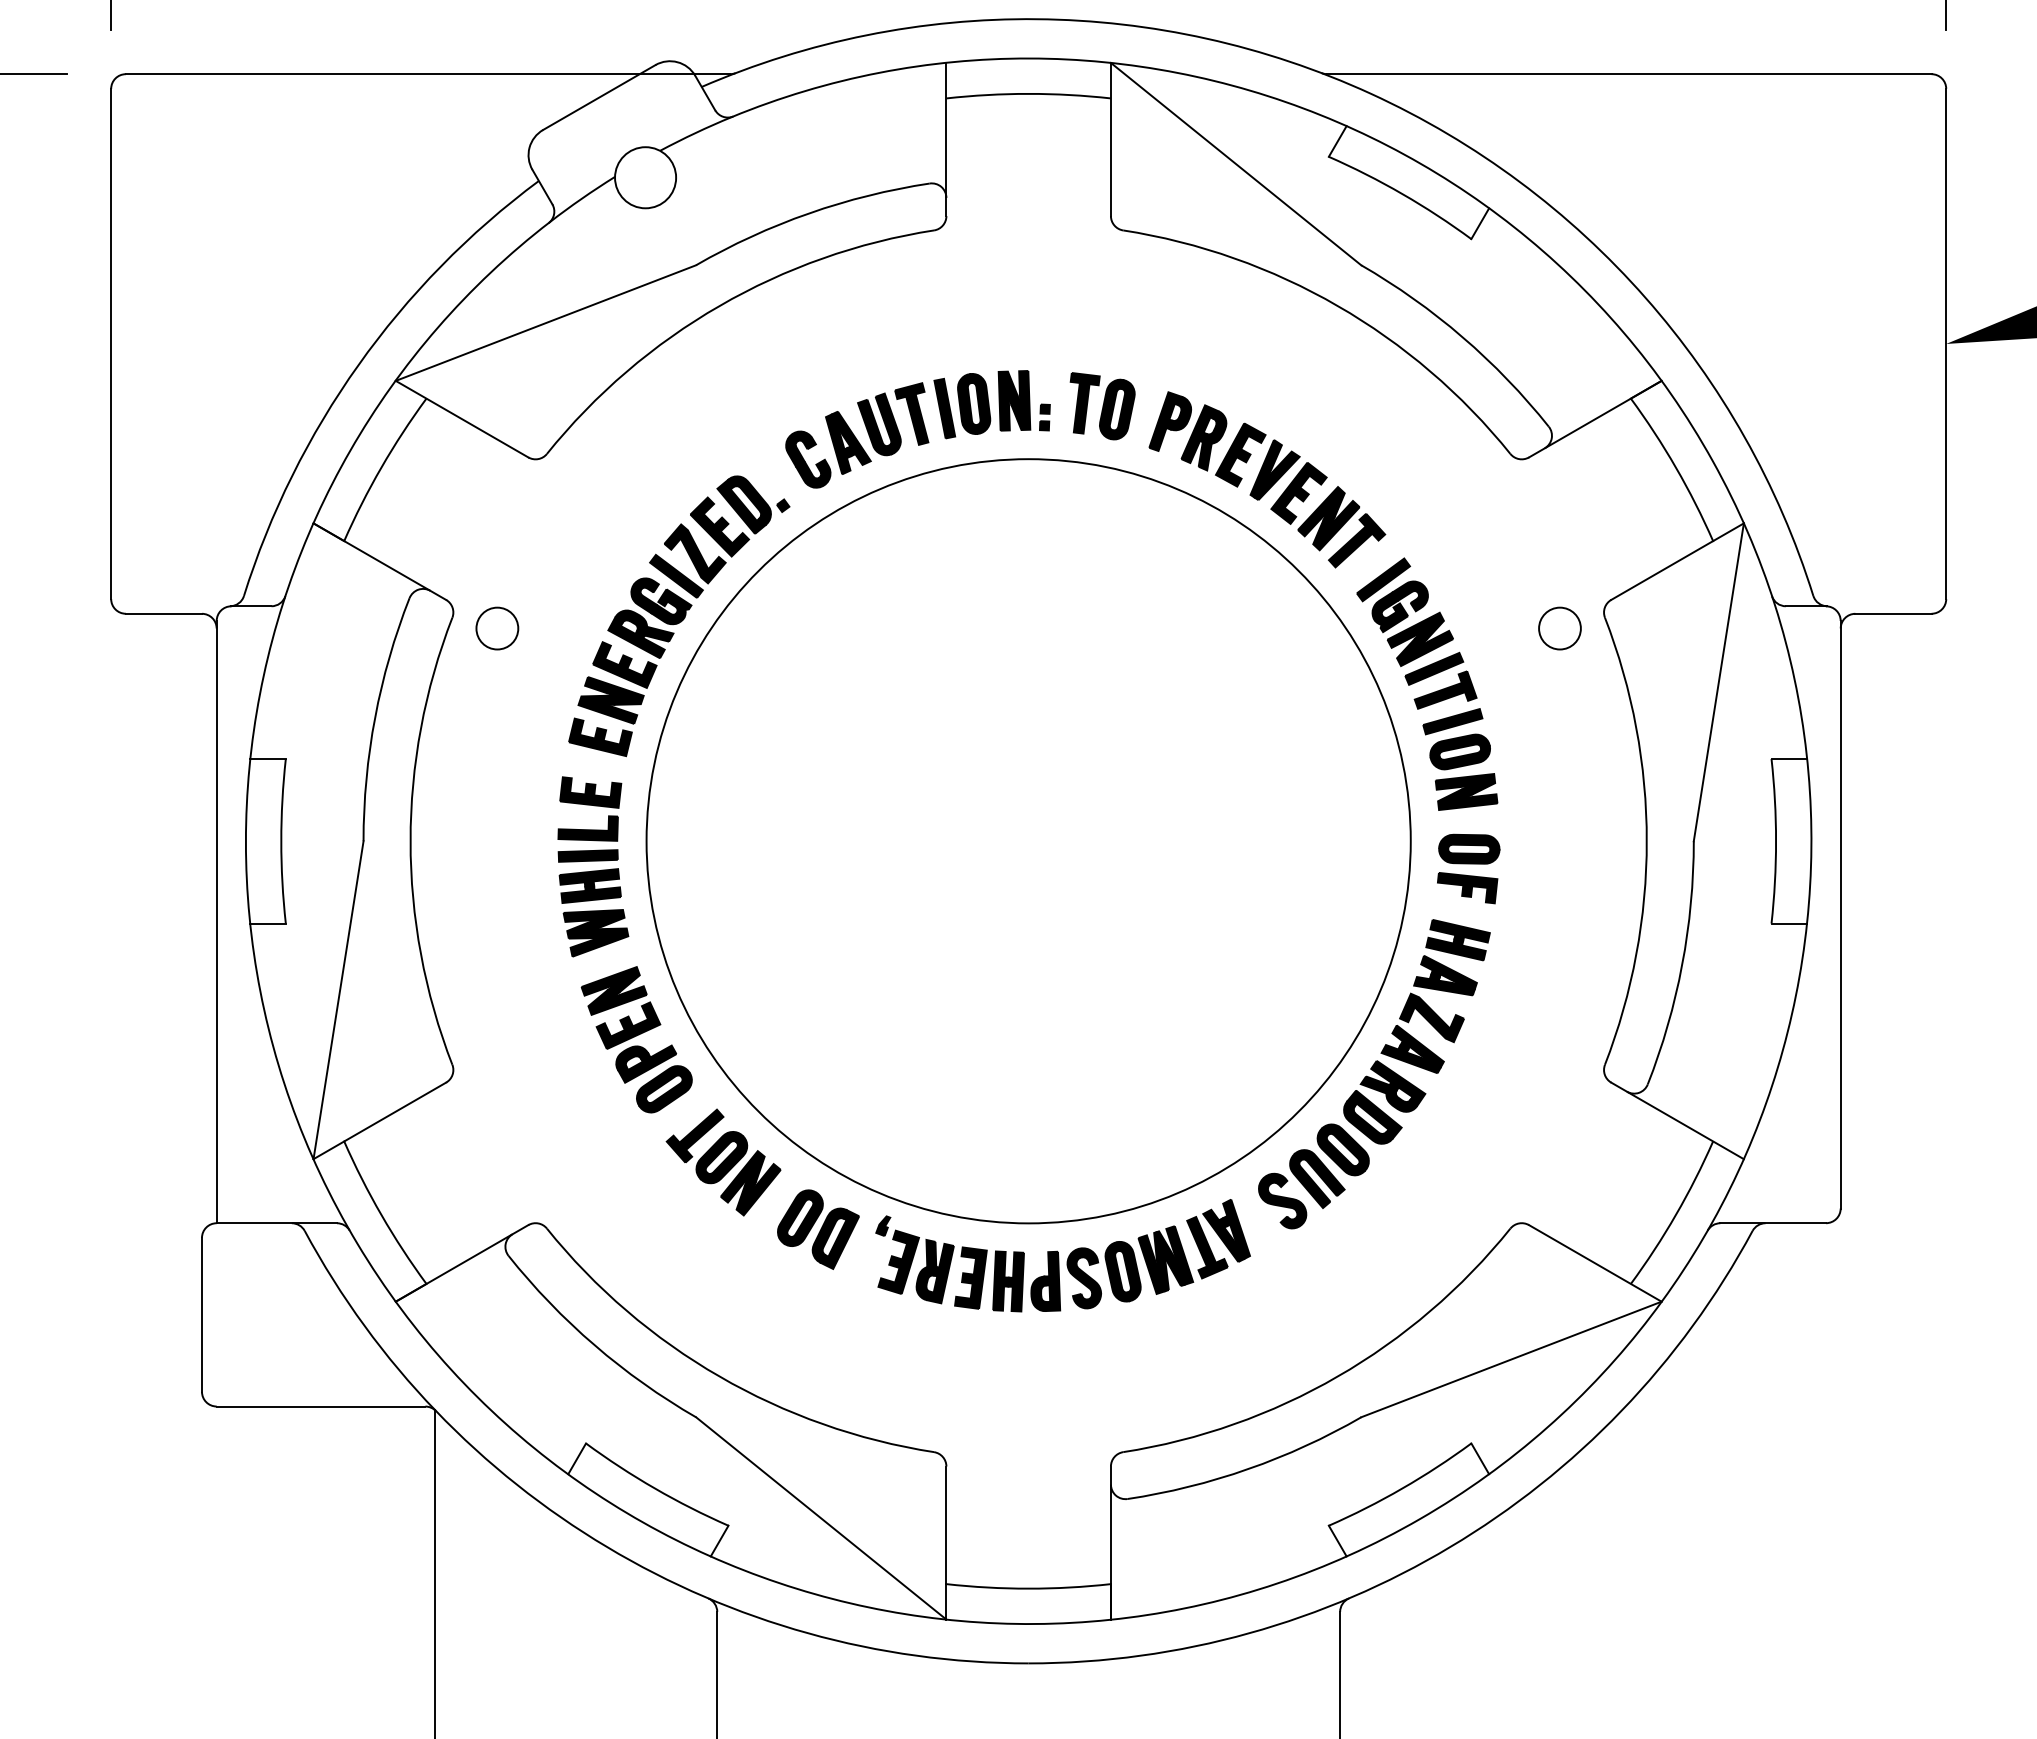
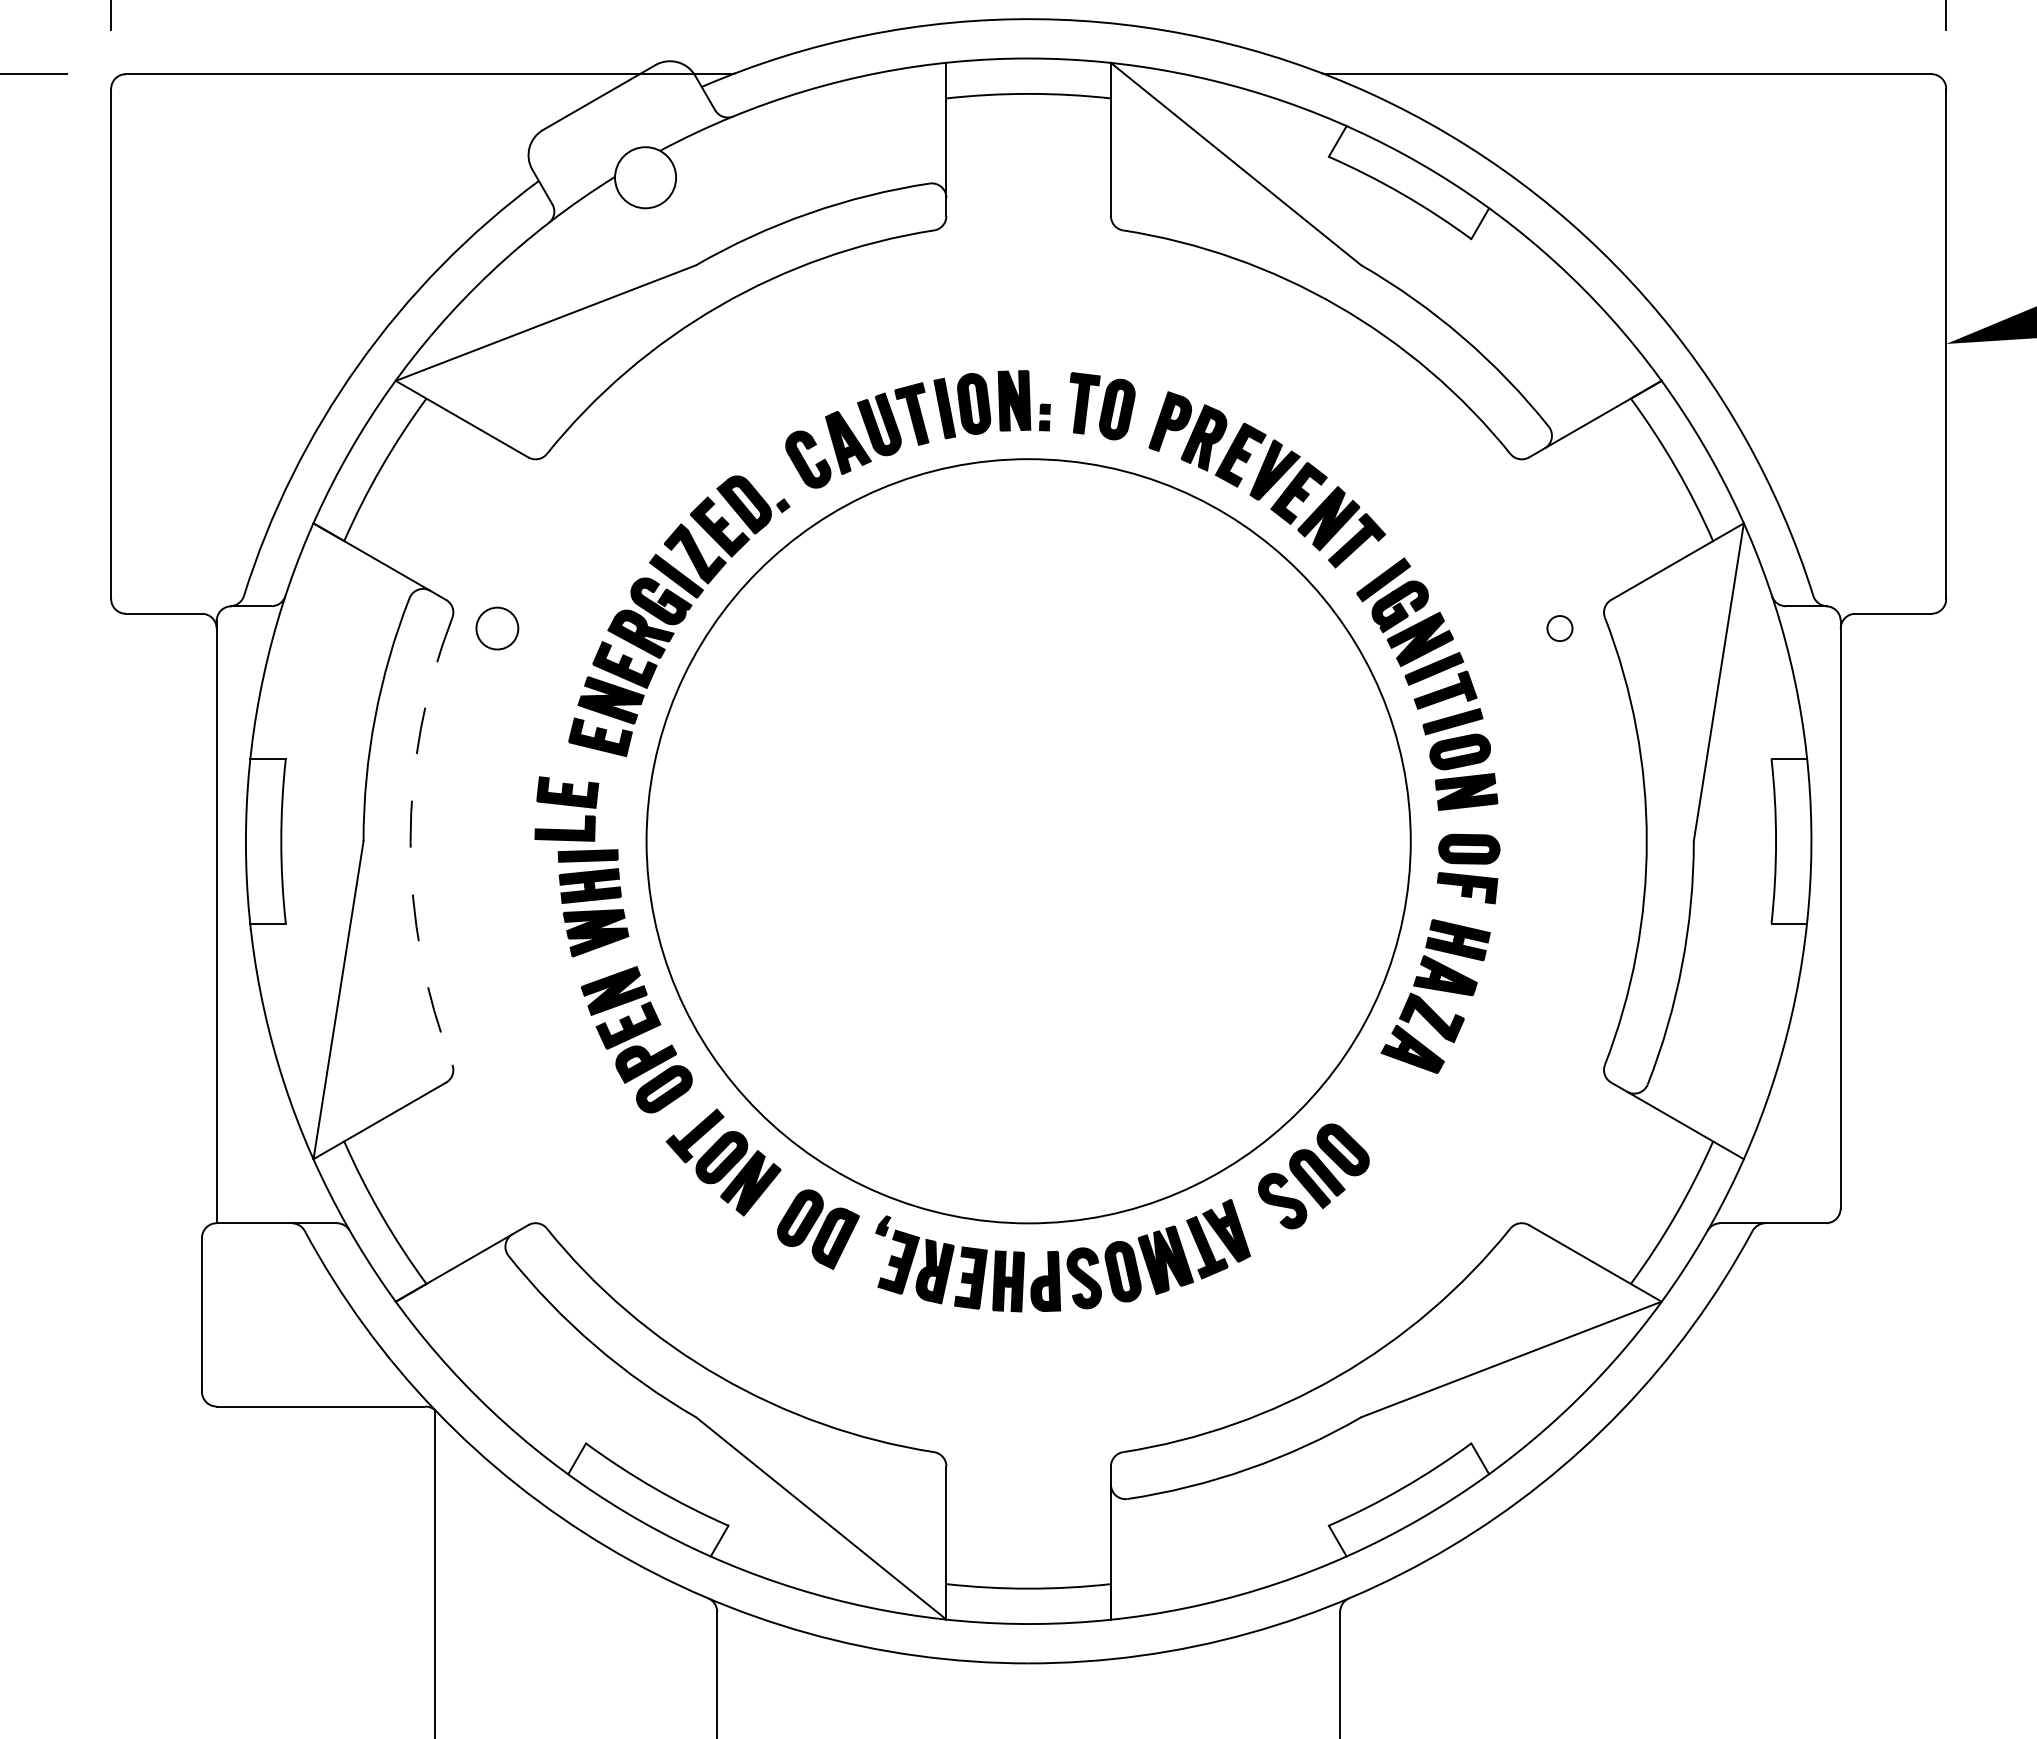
circle at (1559, 628) diameter: 42 px -> 25 px
part at (589, 808) position: (589, 808) -> (566, 808)
arc at (410, 841): solid -> dashed
part at (1384, 1102): present -> none
